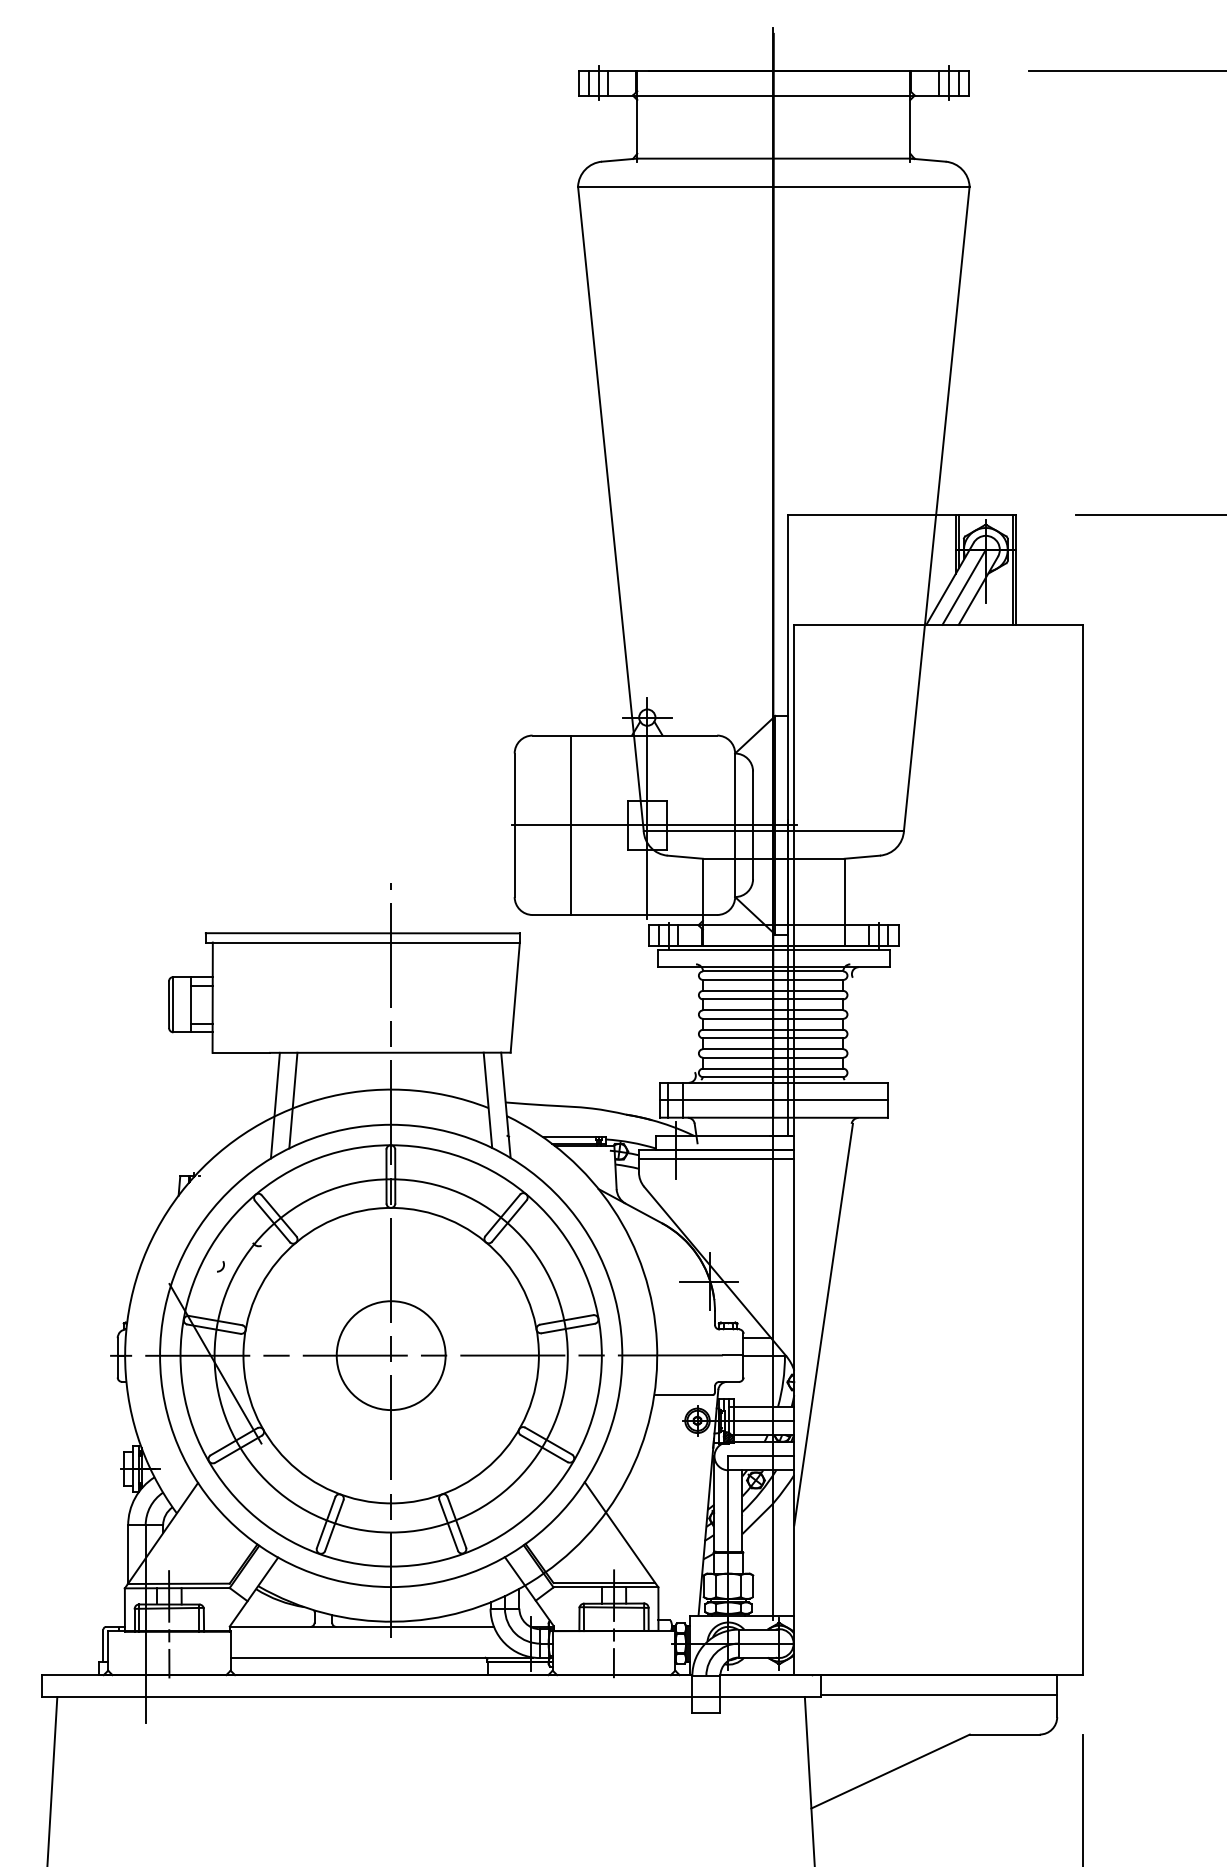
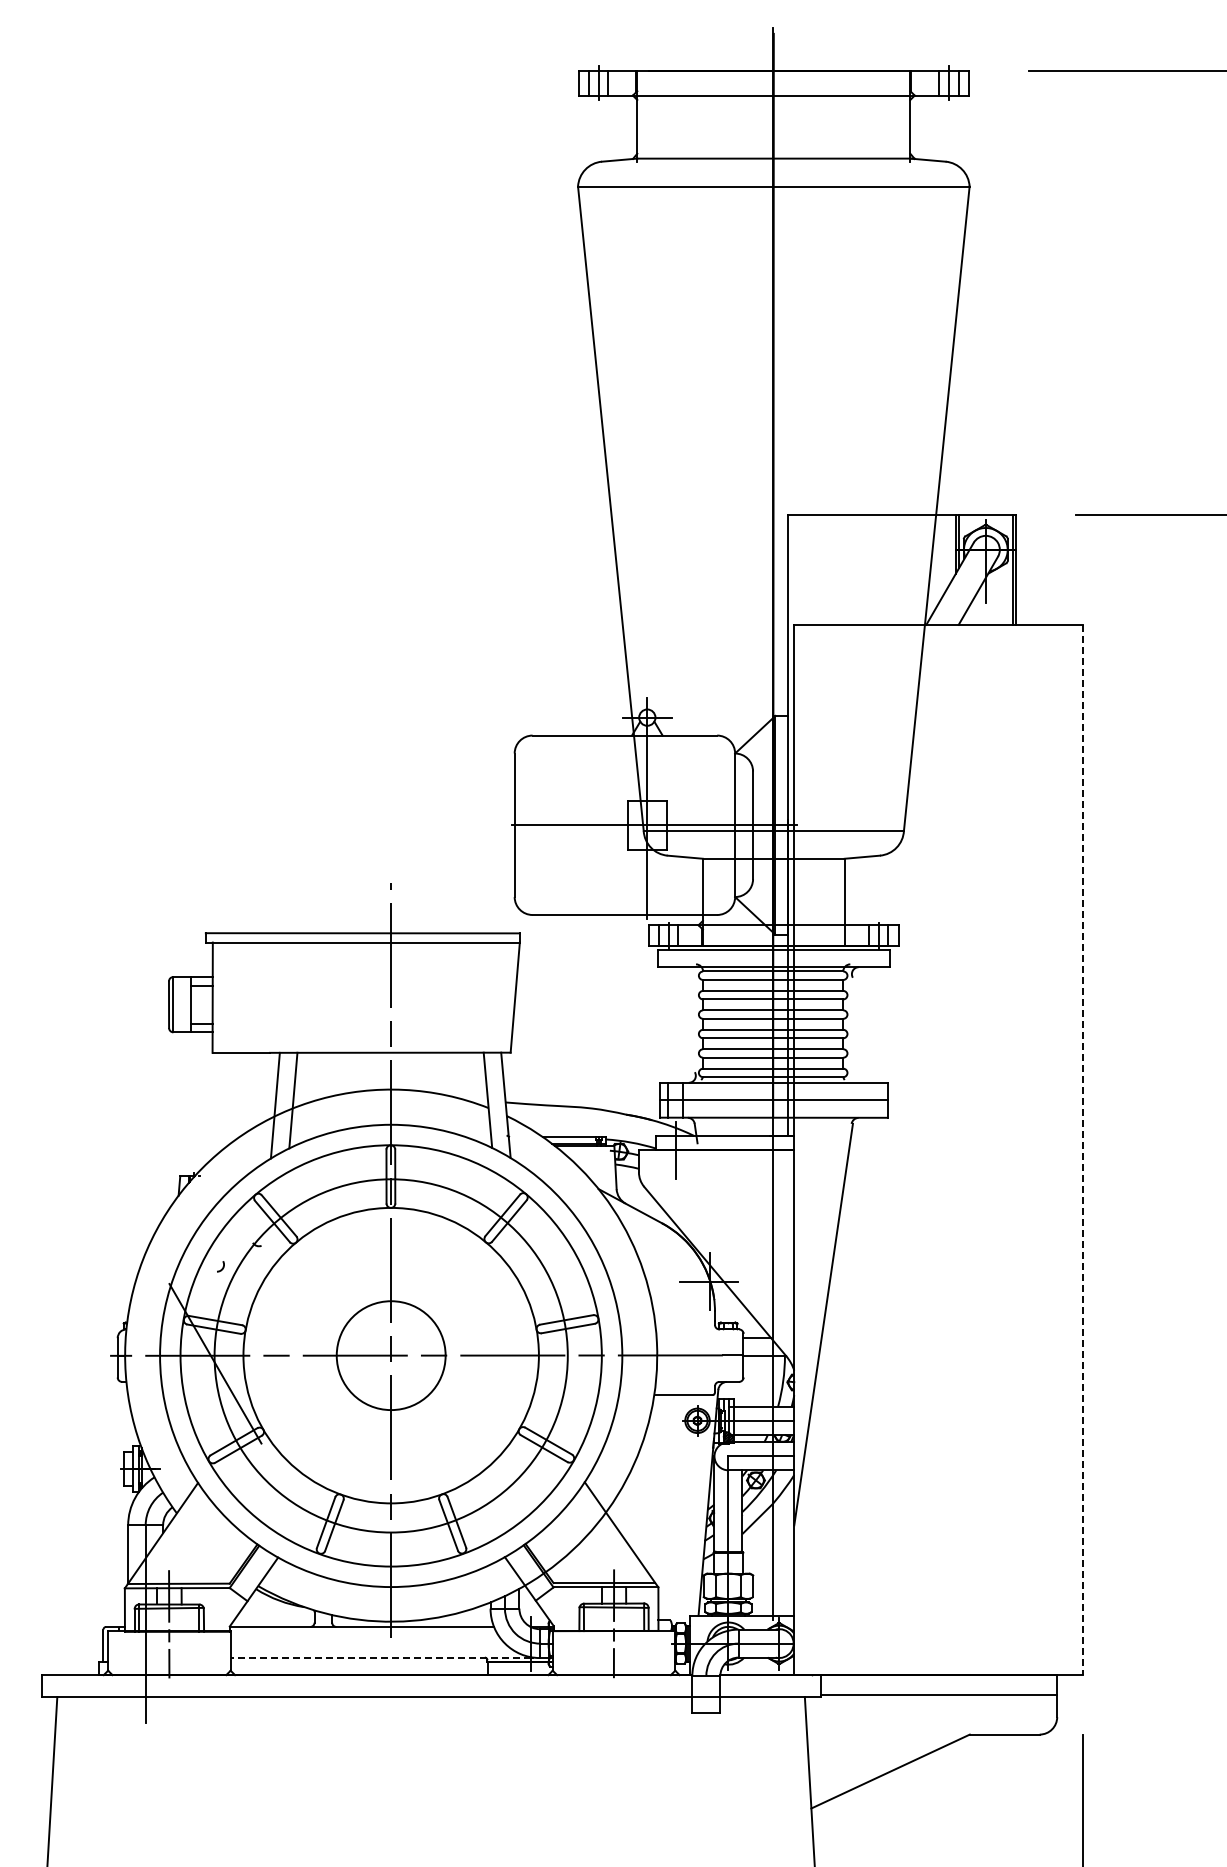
line at (963, 586): present -> none
line at (570, 825): present -> none
line at (1083, 1150): solid -> dashed
line at (716, 1158): present -> none
line at (380, 1657): solid -> dashed
